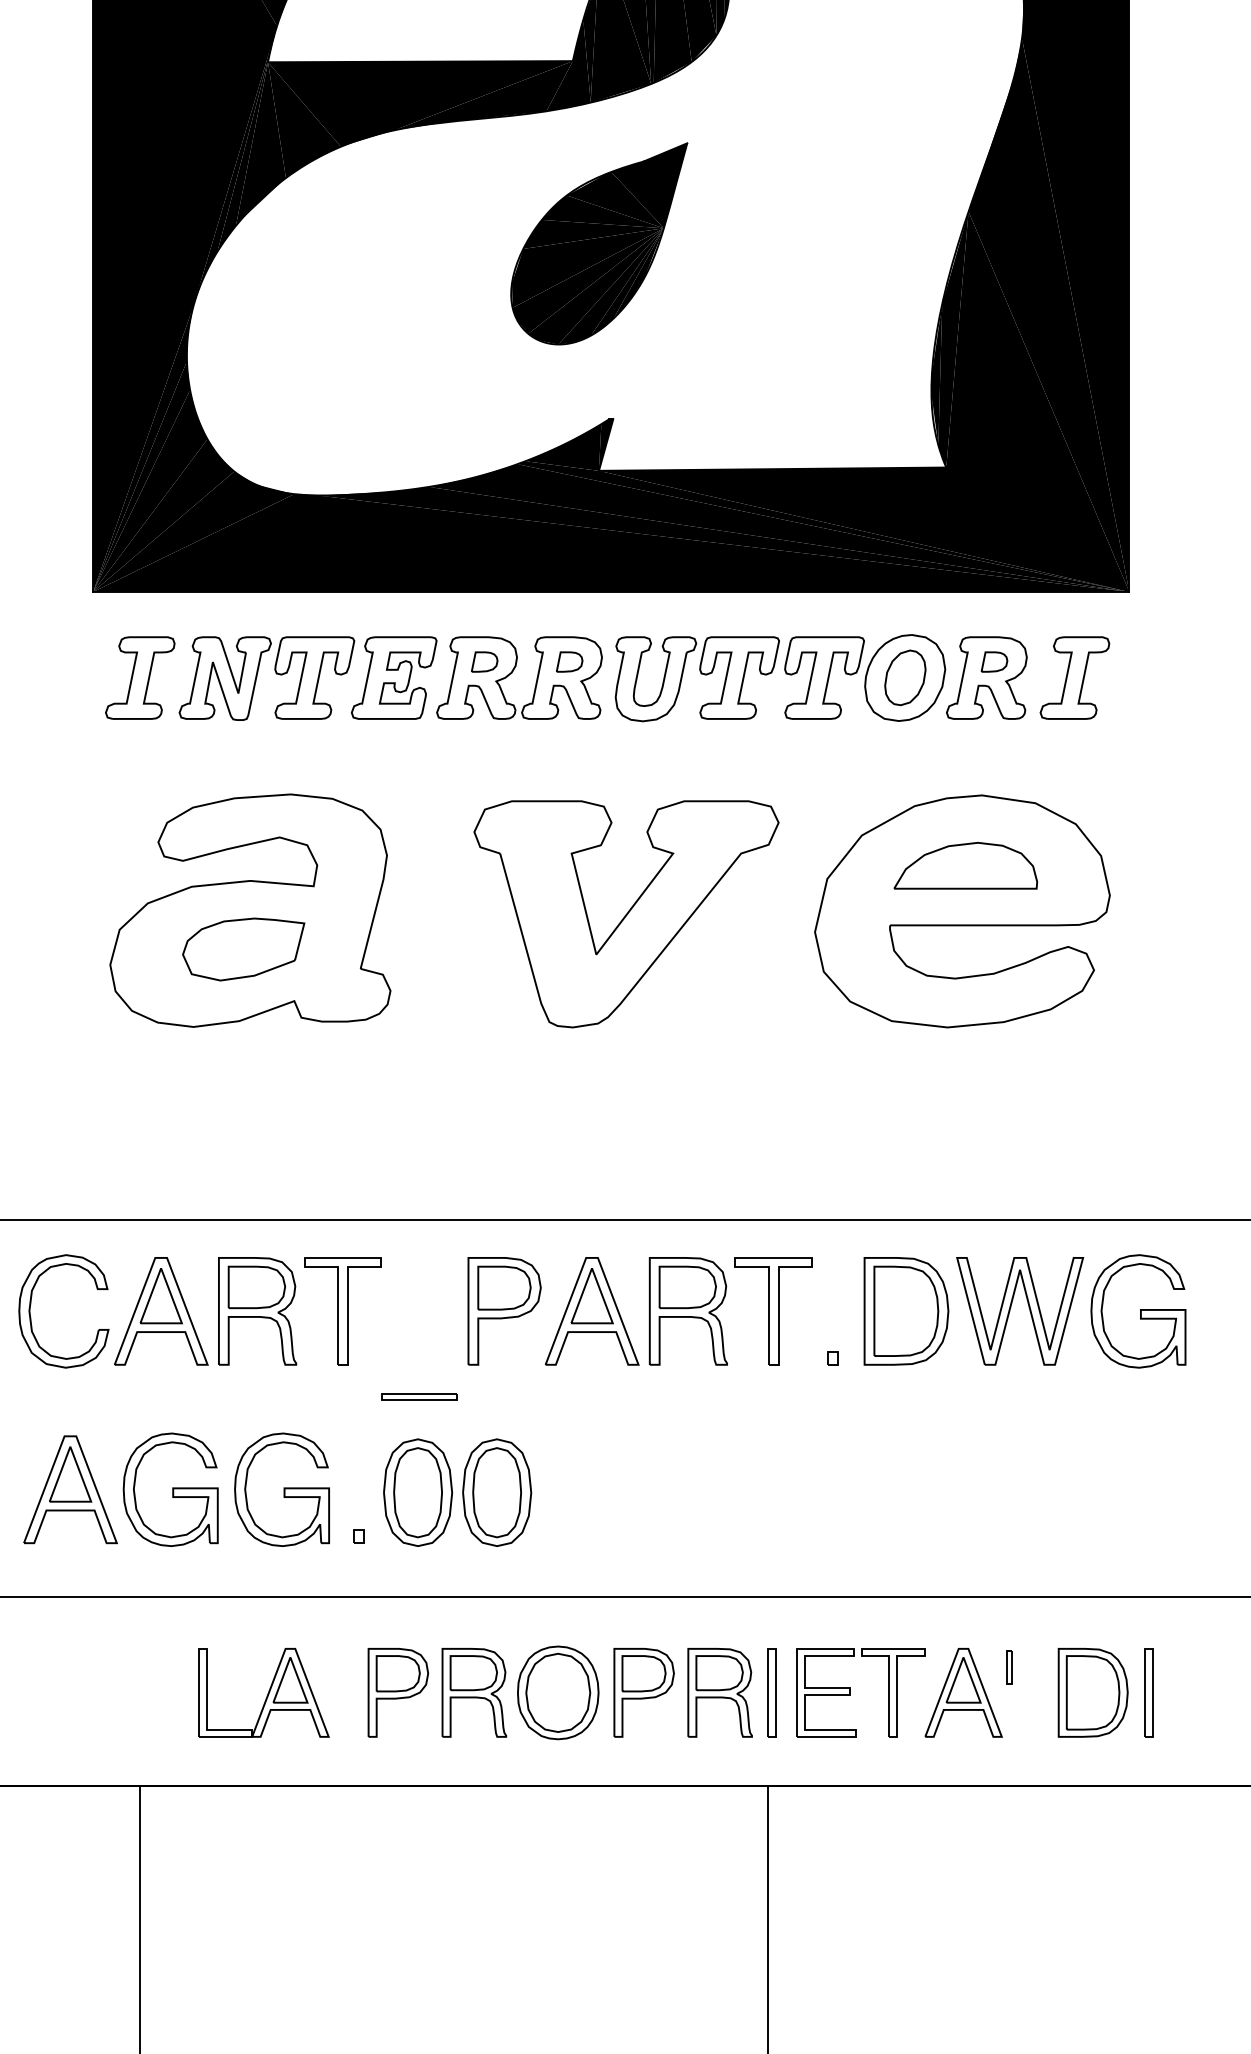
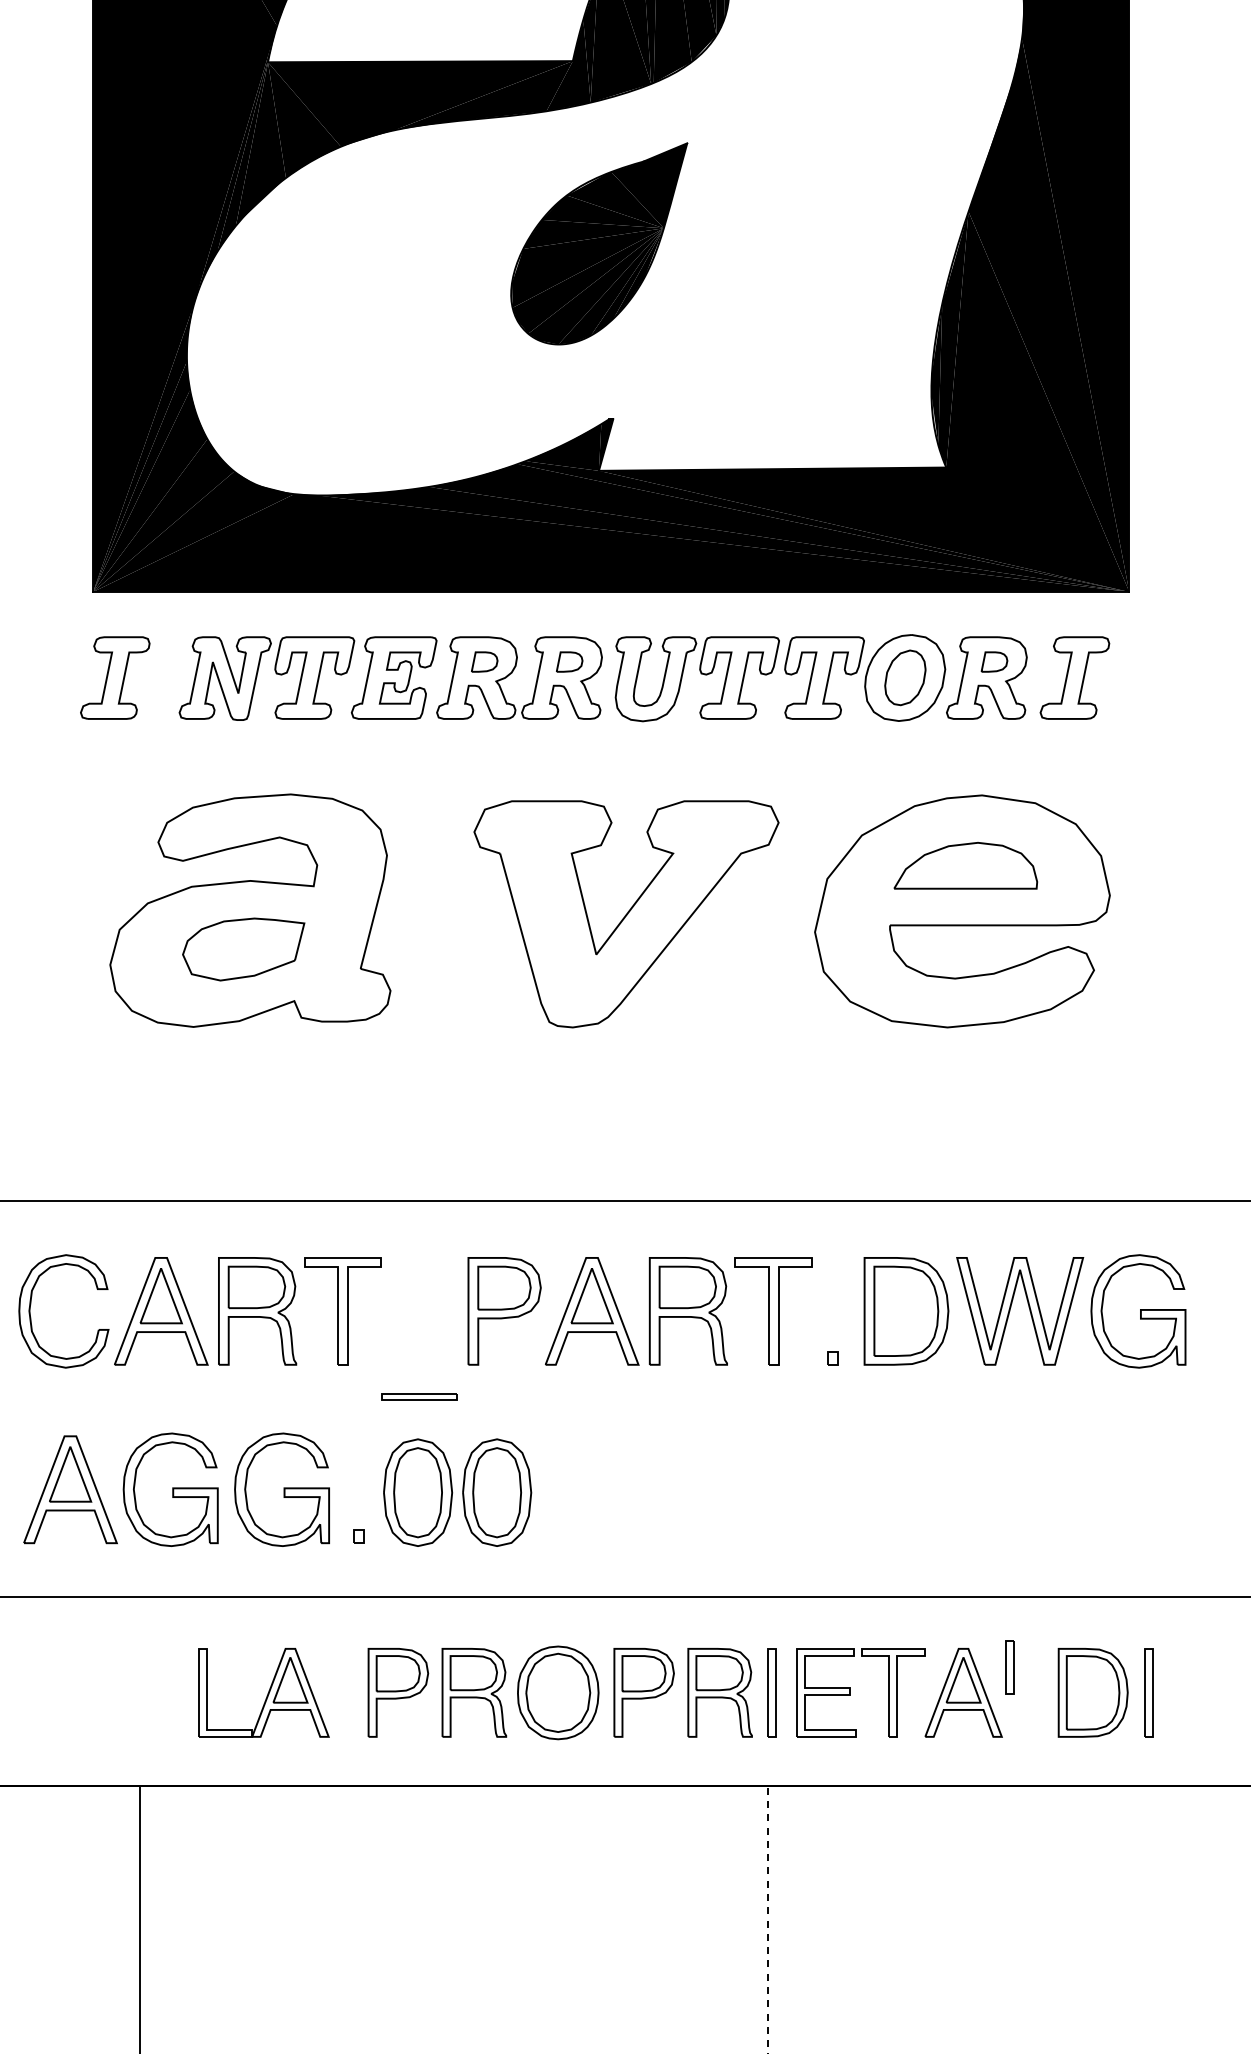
part at (140, 677) position: (140, 677) -> (115, 677)
line at (624, 1220) position: (624, 1220) -> (624, 1201)
part at (1009, 1667) size: 7x35 px -> 10x55 px
line at (768, 1919): solid -> dashed
